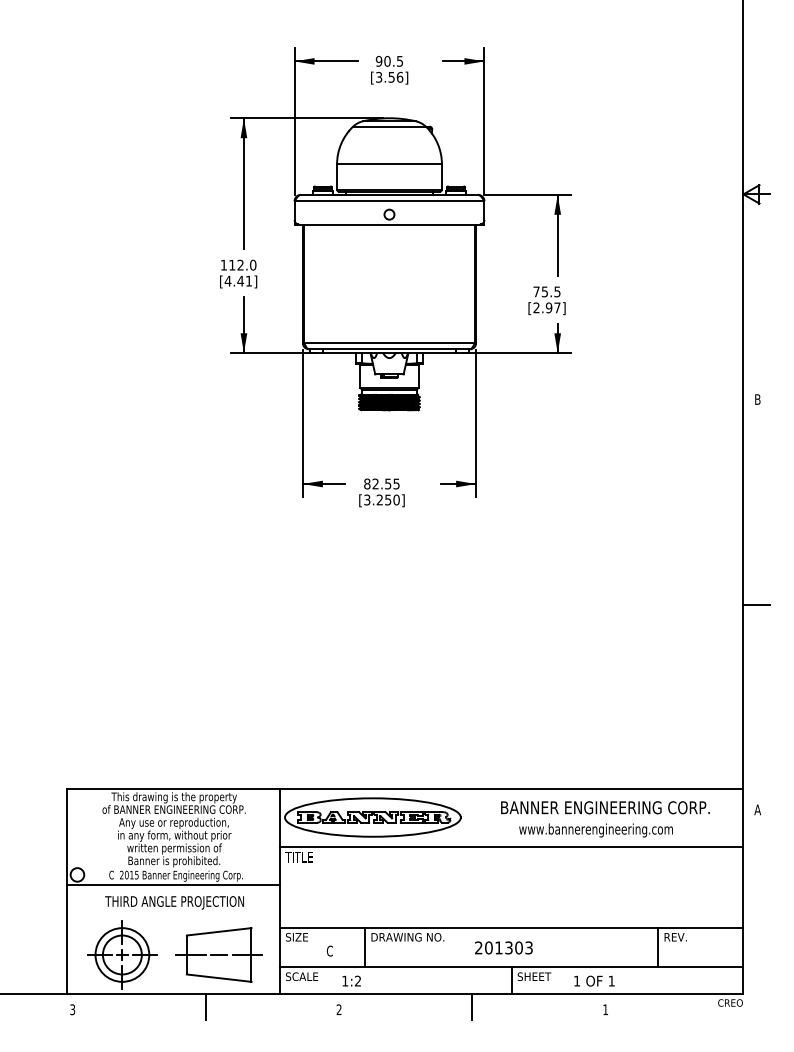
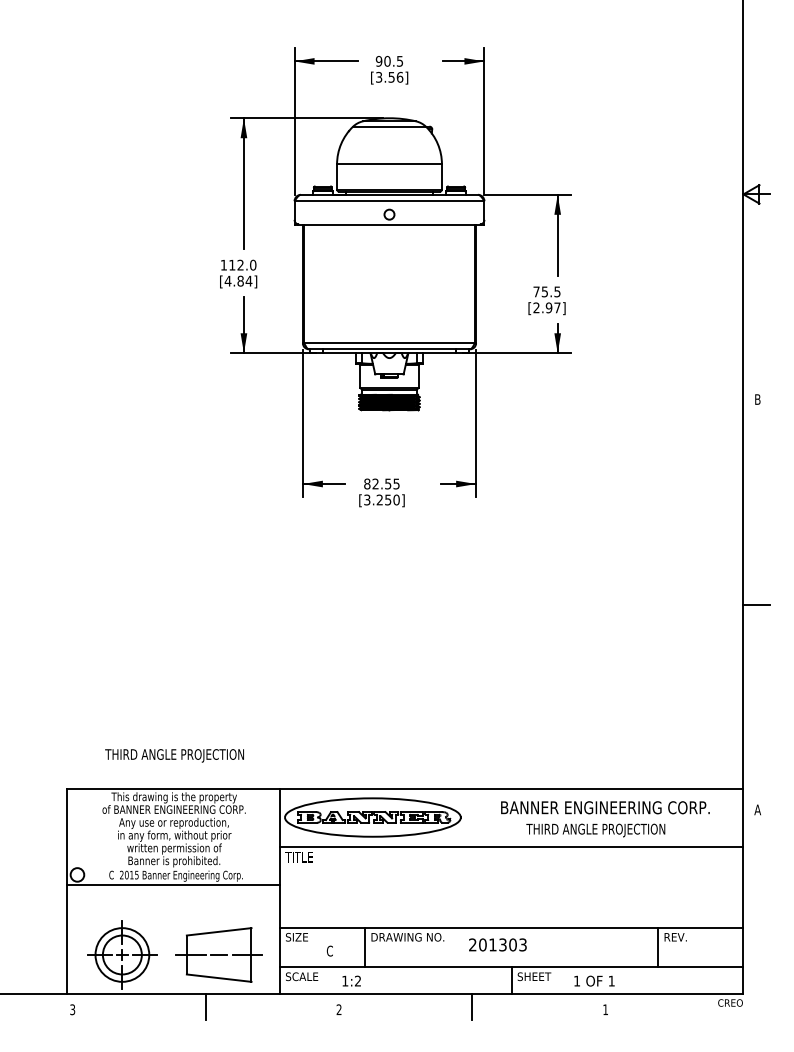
text at (244, 280): [4.41] -> [4.84]
text at (595, 830): www.bannerengineering.com -> THIRD ANGLE PROJECTION
text at (174, 902) position: (174, 902) -> (174, 755)
text at (503, 947) position: (503, 947) -> (497, 944)
